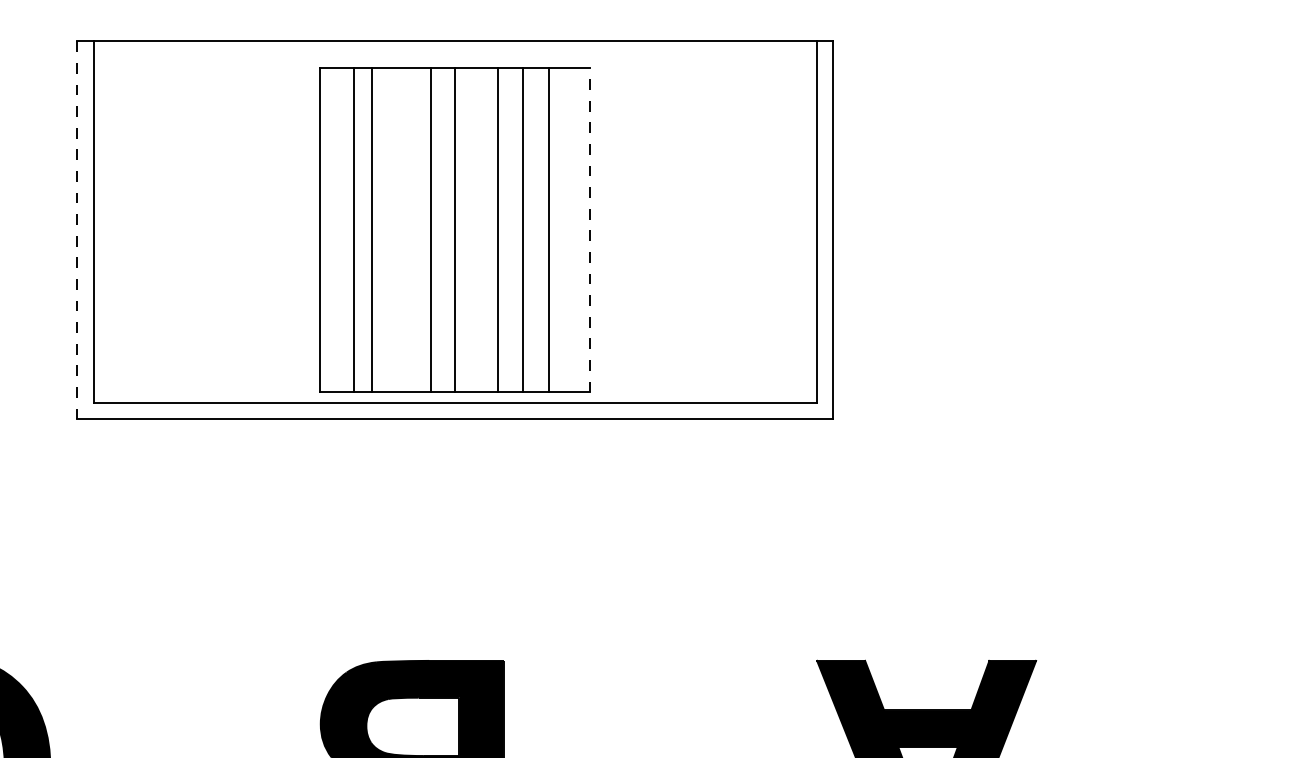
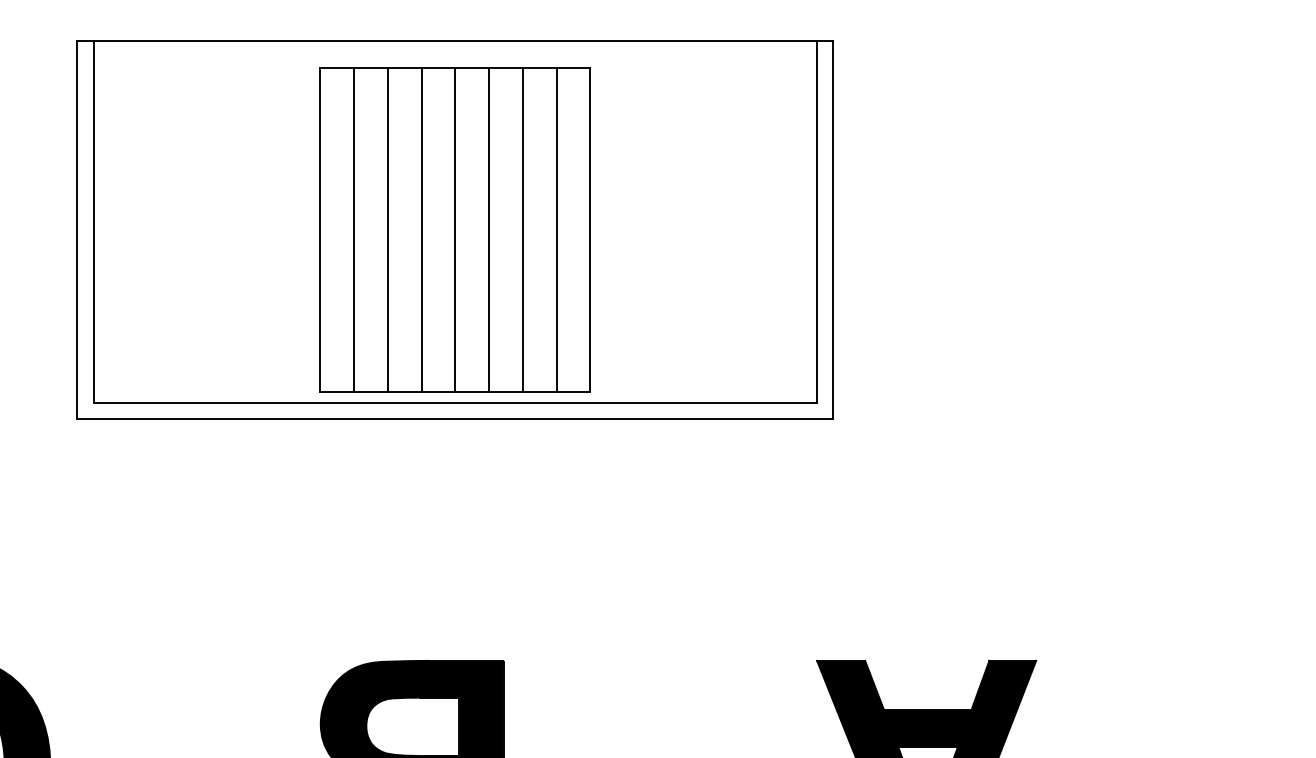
line at (590, 229): dashed -> solid
line at (77, 230): dashed -> solid
line at (371, 230) position: (371, 230) -> (387, 230)
line at (430, 230) position: (430, 230) -> (421, 230)
line at (498, 230) position: (498, 230) -> (489, 230)
line at (548, 230) position: (548, 230) -> (556, 230)
